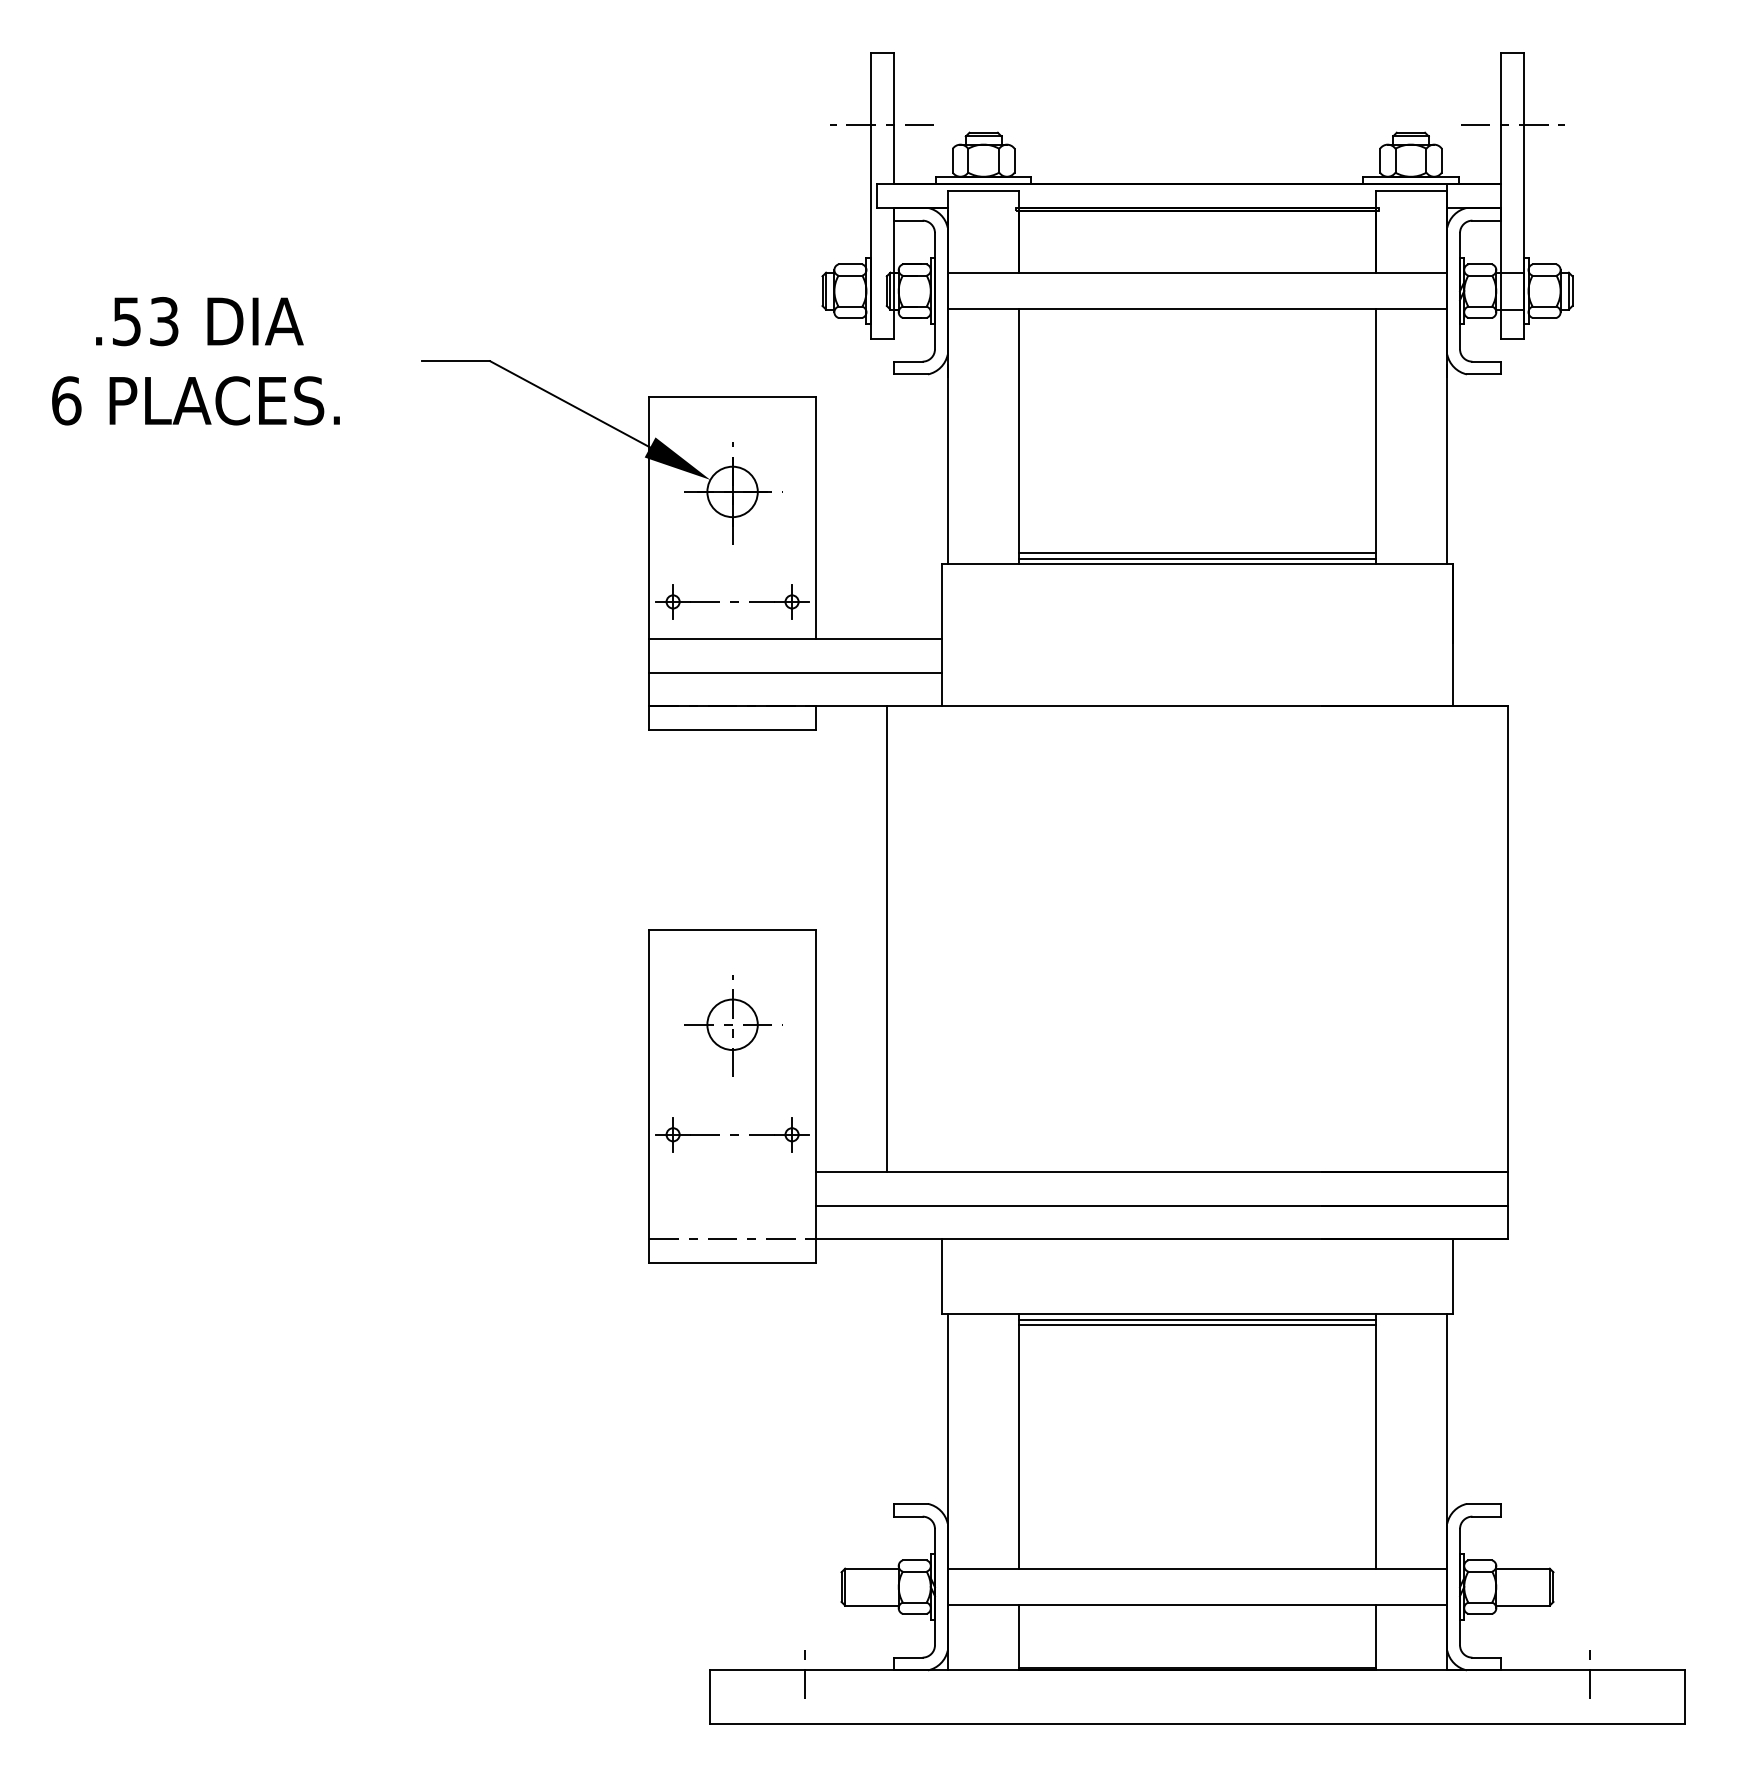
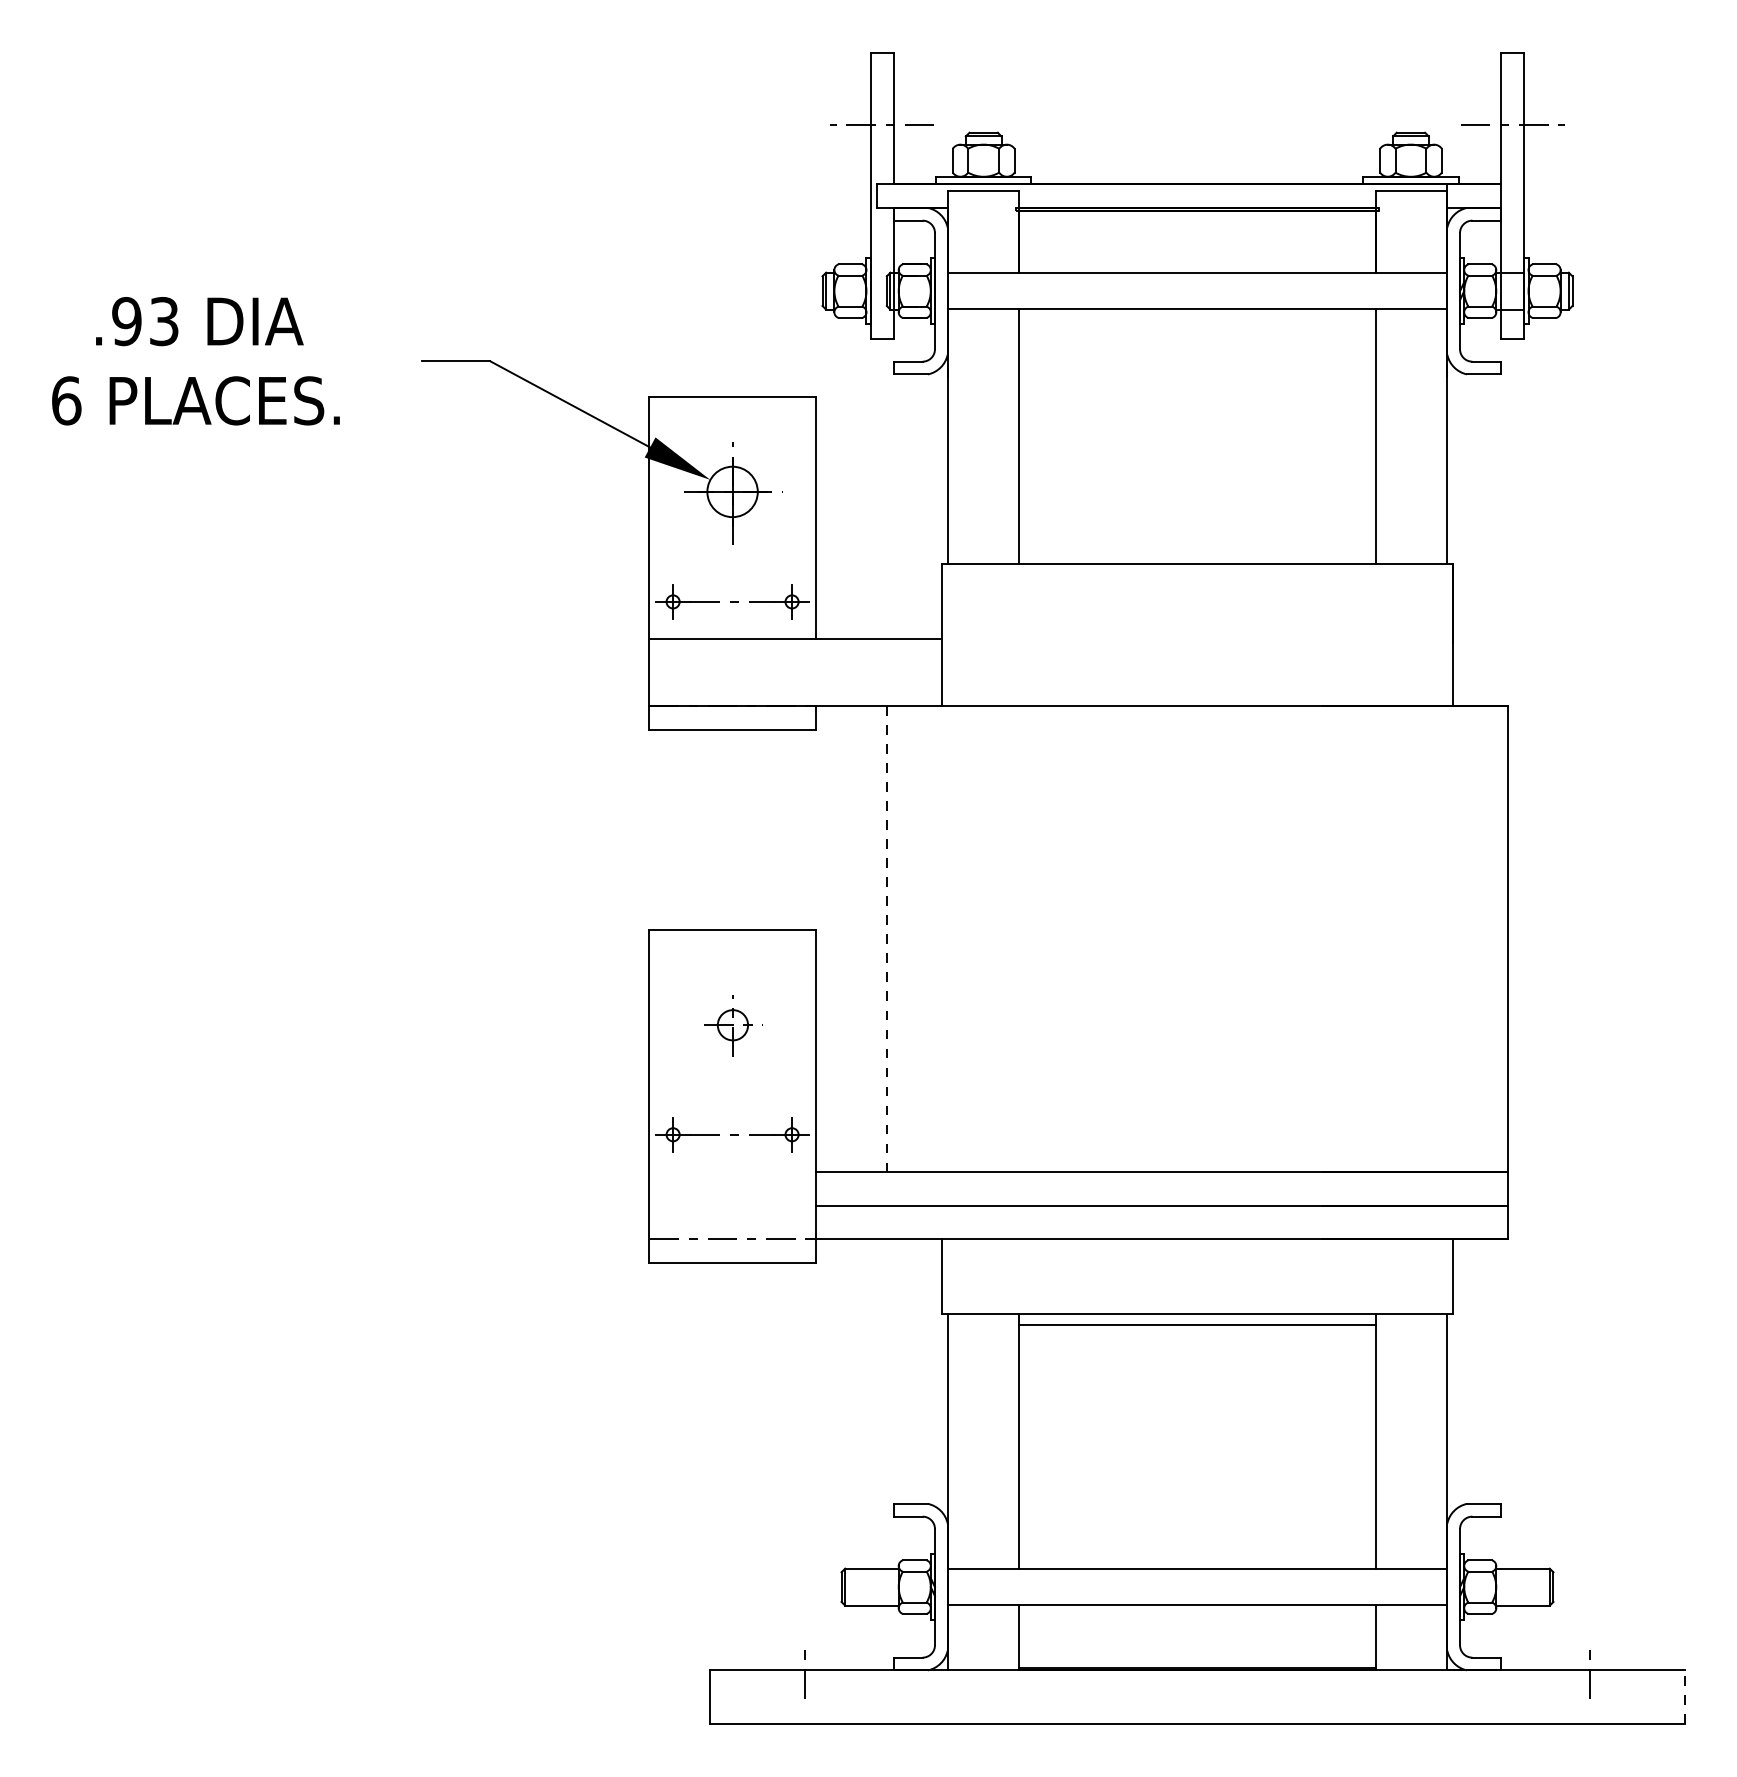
text at (126, 321): .53 -> .93
line at (1197, 553): present -> none
line at (1197, 558): present -> none
line at (795, 672): present -> none
line at (887, 938): solid -> dashed
part at (733, 1025) size: 99x102 px -> 59x62 px
line at (1197, 1319): present -> none
line at (1684, 1697): solid -> dashed
